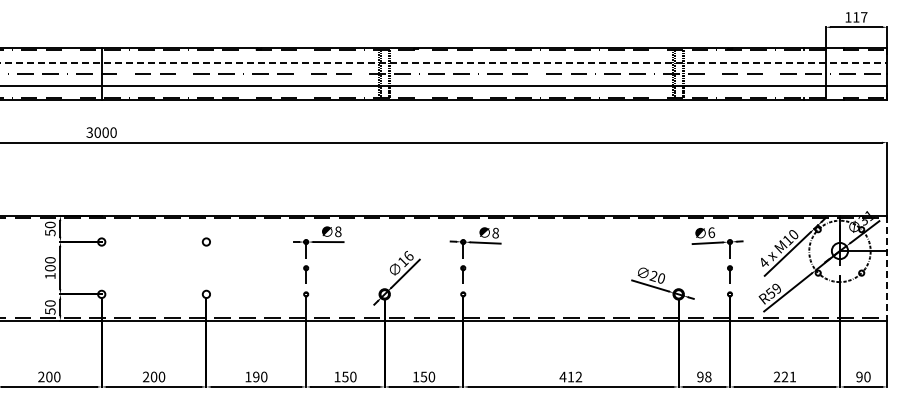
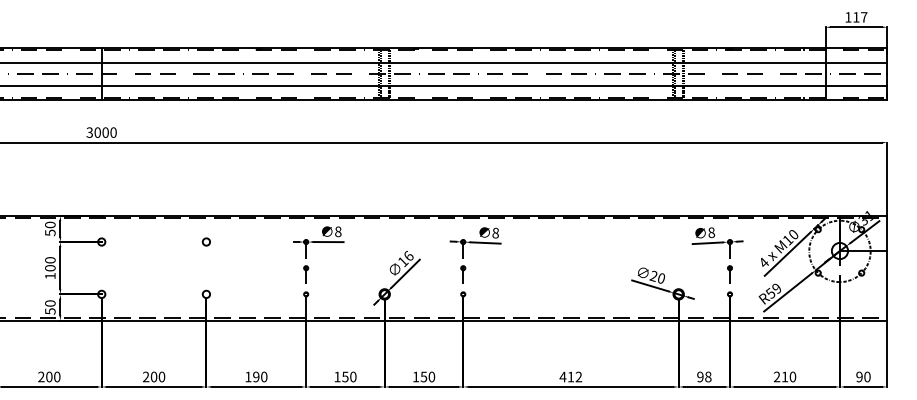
line at (444, 62): dashed -> solid
text at (711, 232): 6 -> 8
line at (887, 268): dashed -> solid
text at (788, 376): 221 -> 210
